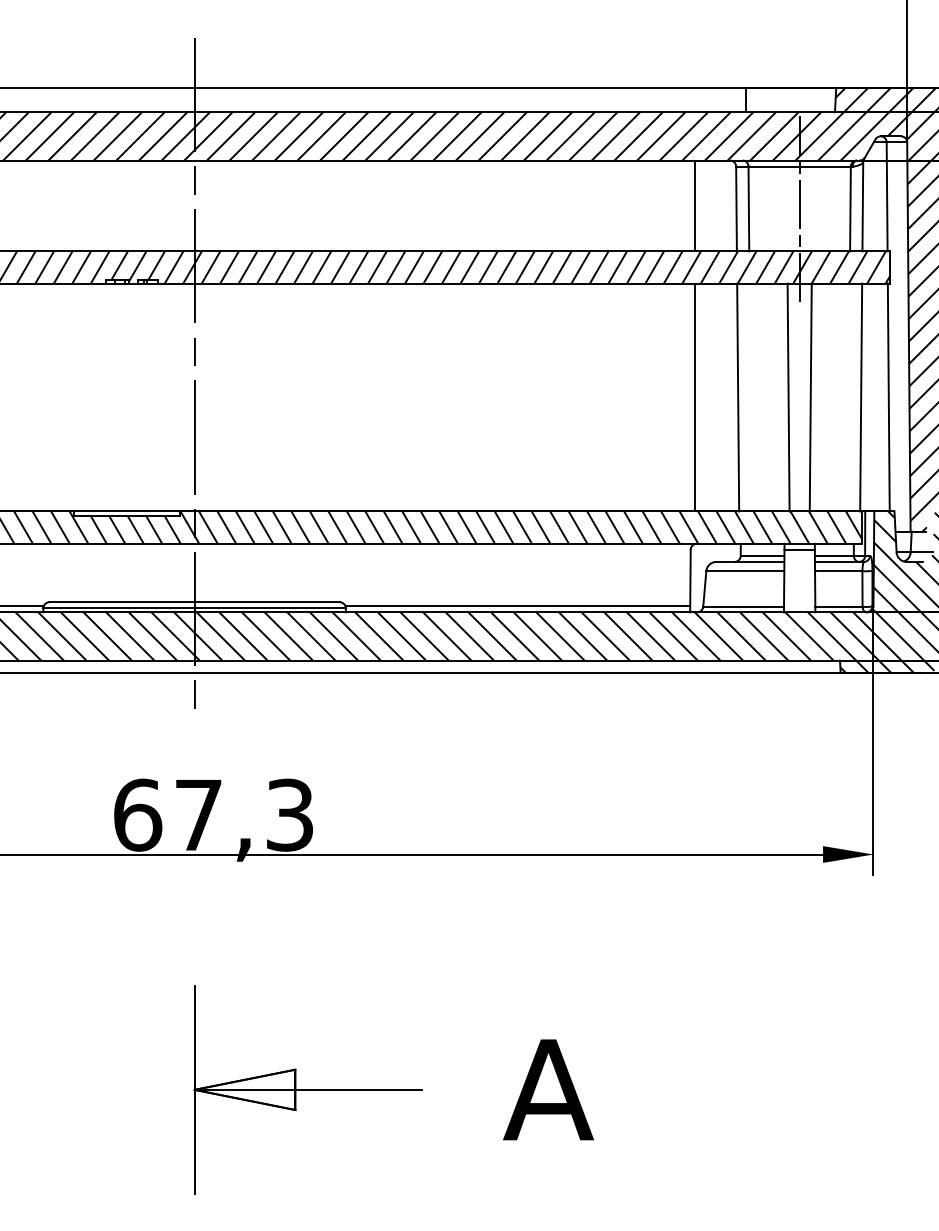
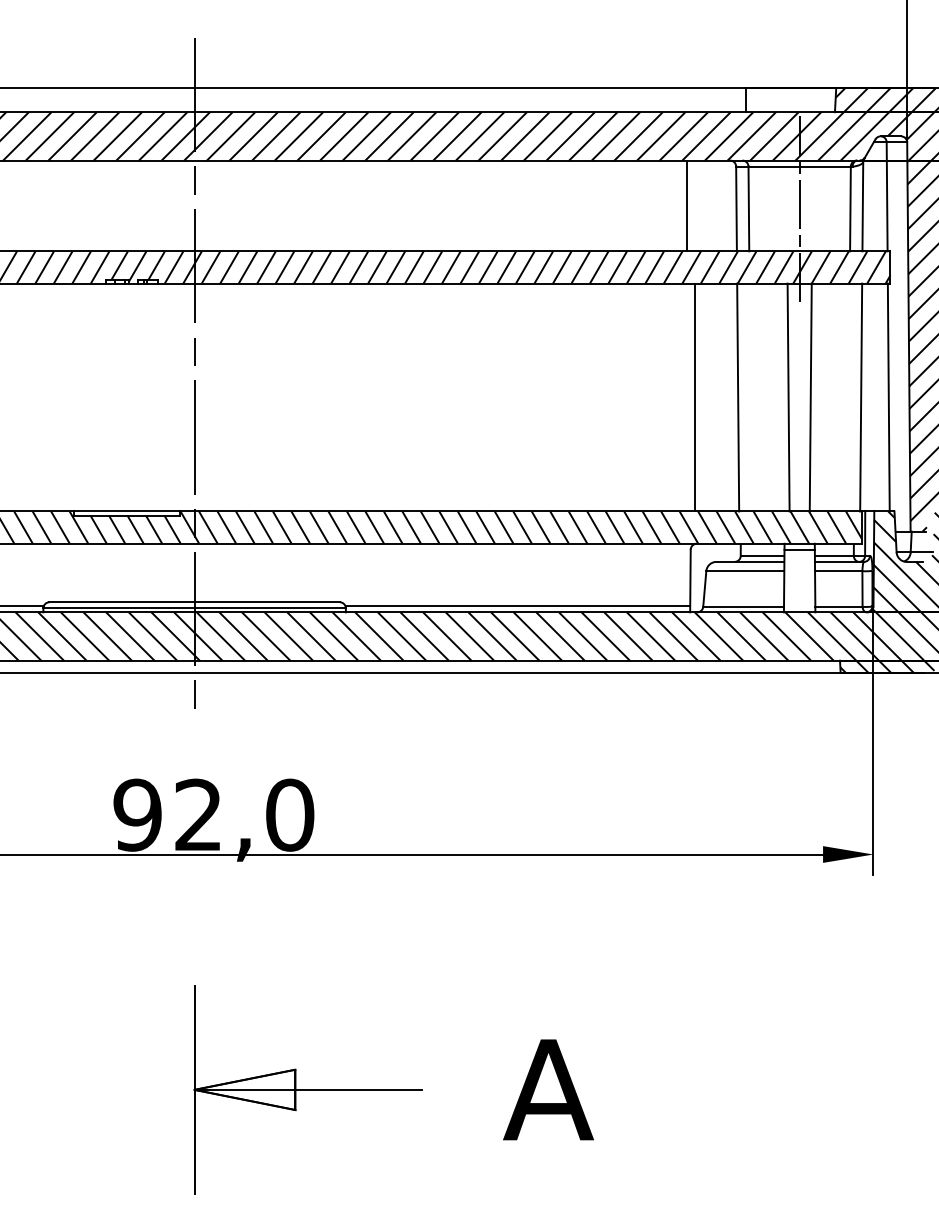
line at (695, 205) position: (695, 205) -> (687, 205)
text at (213, 814): 67,3 -> 92,0
